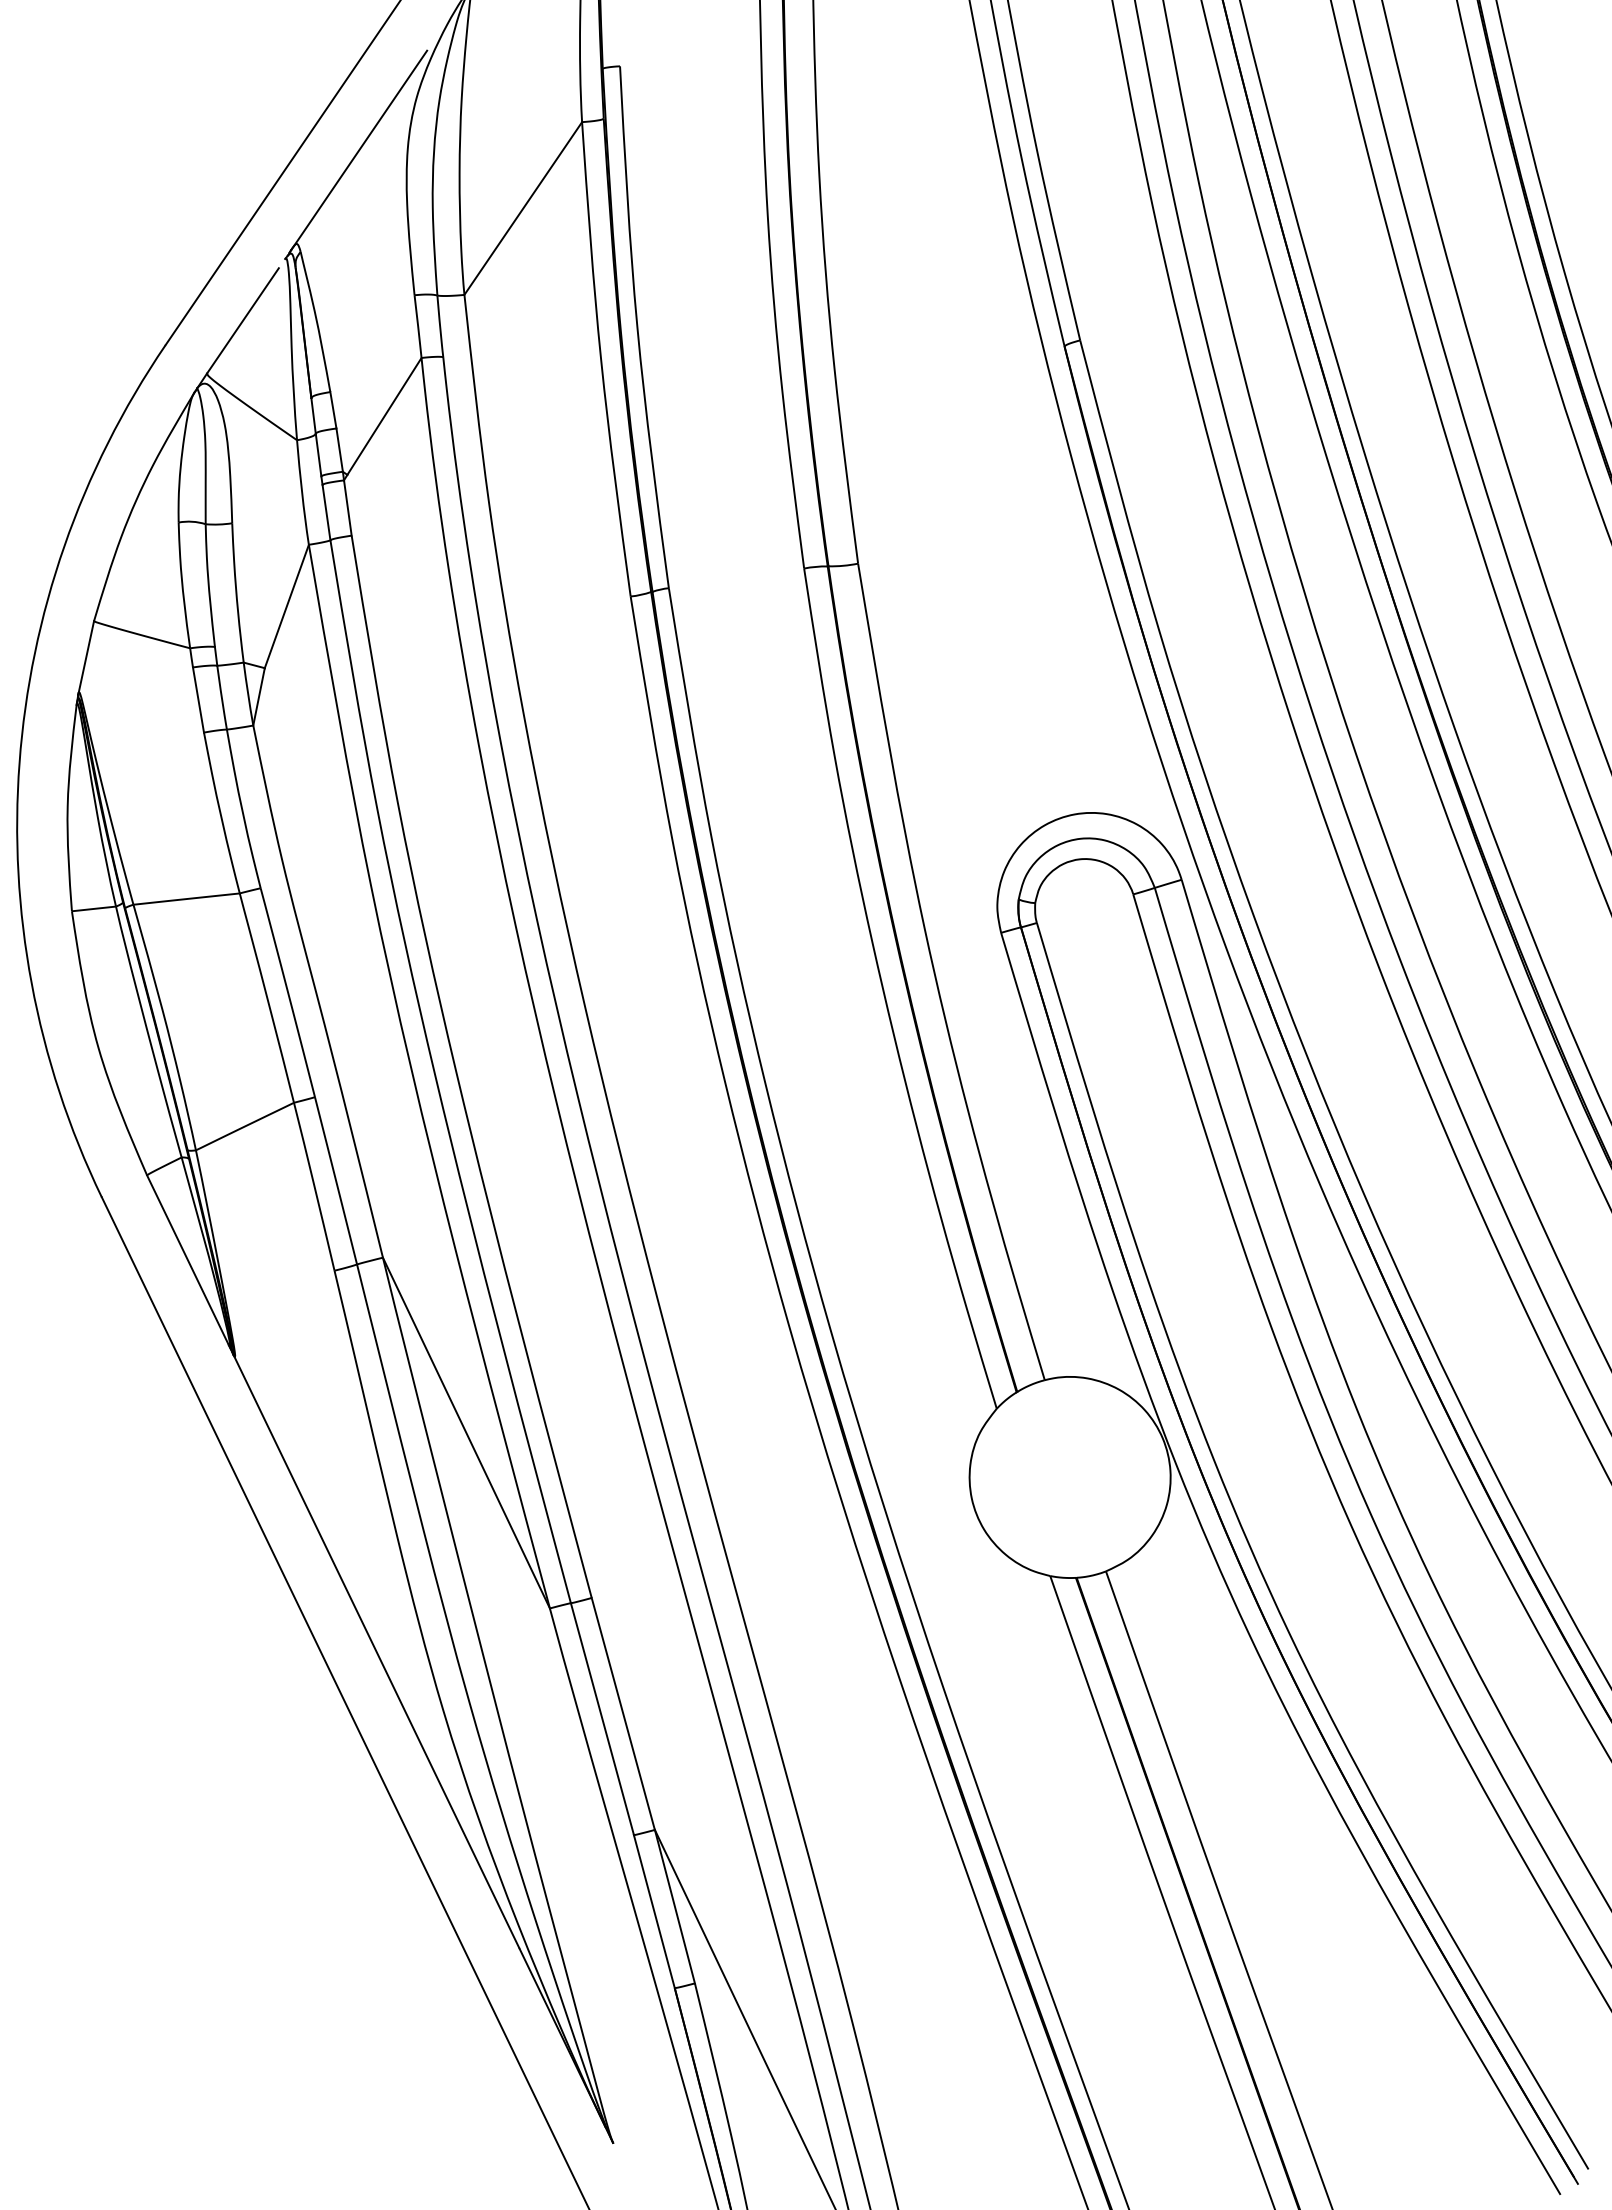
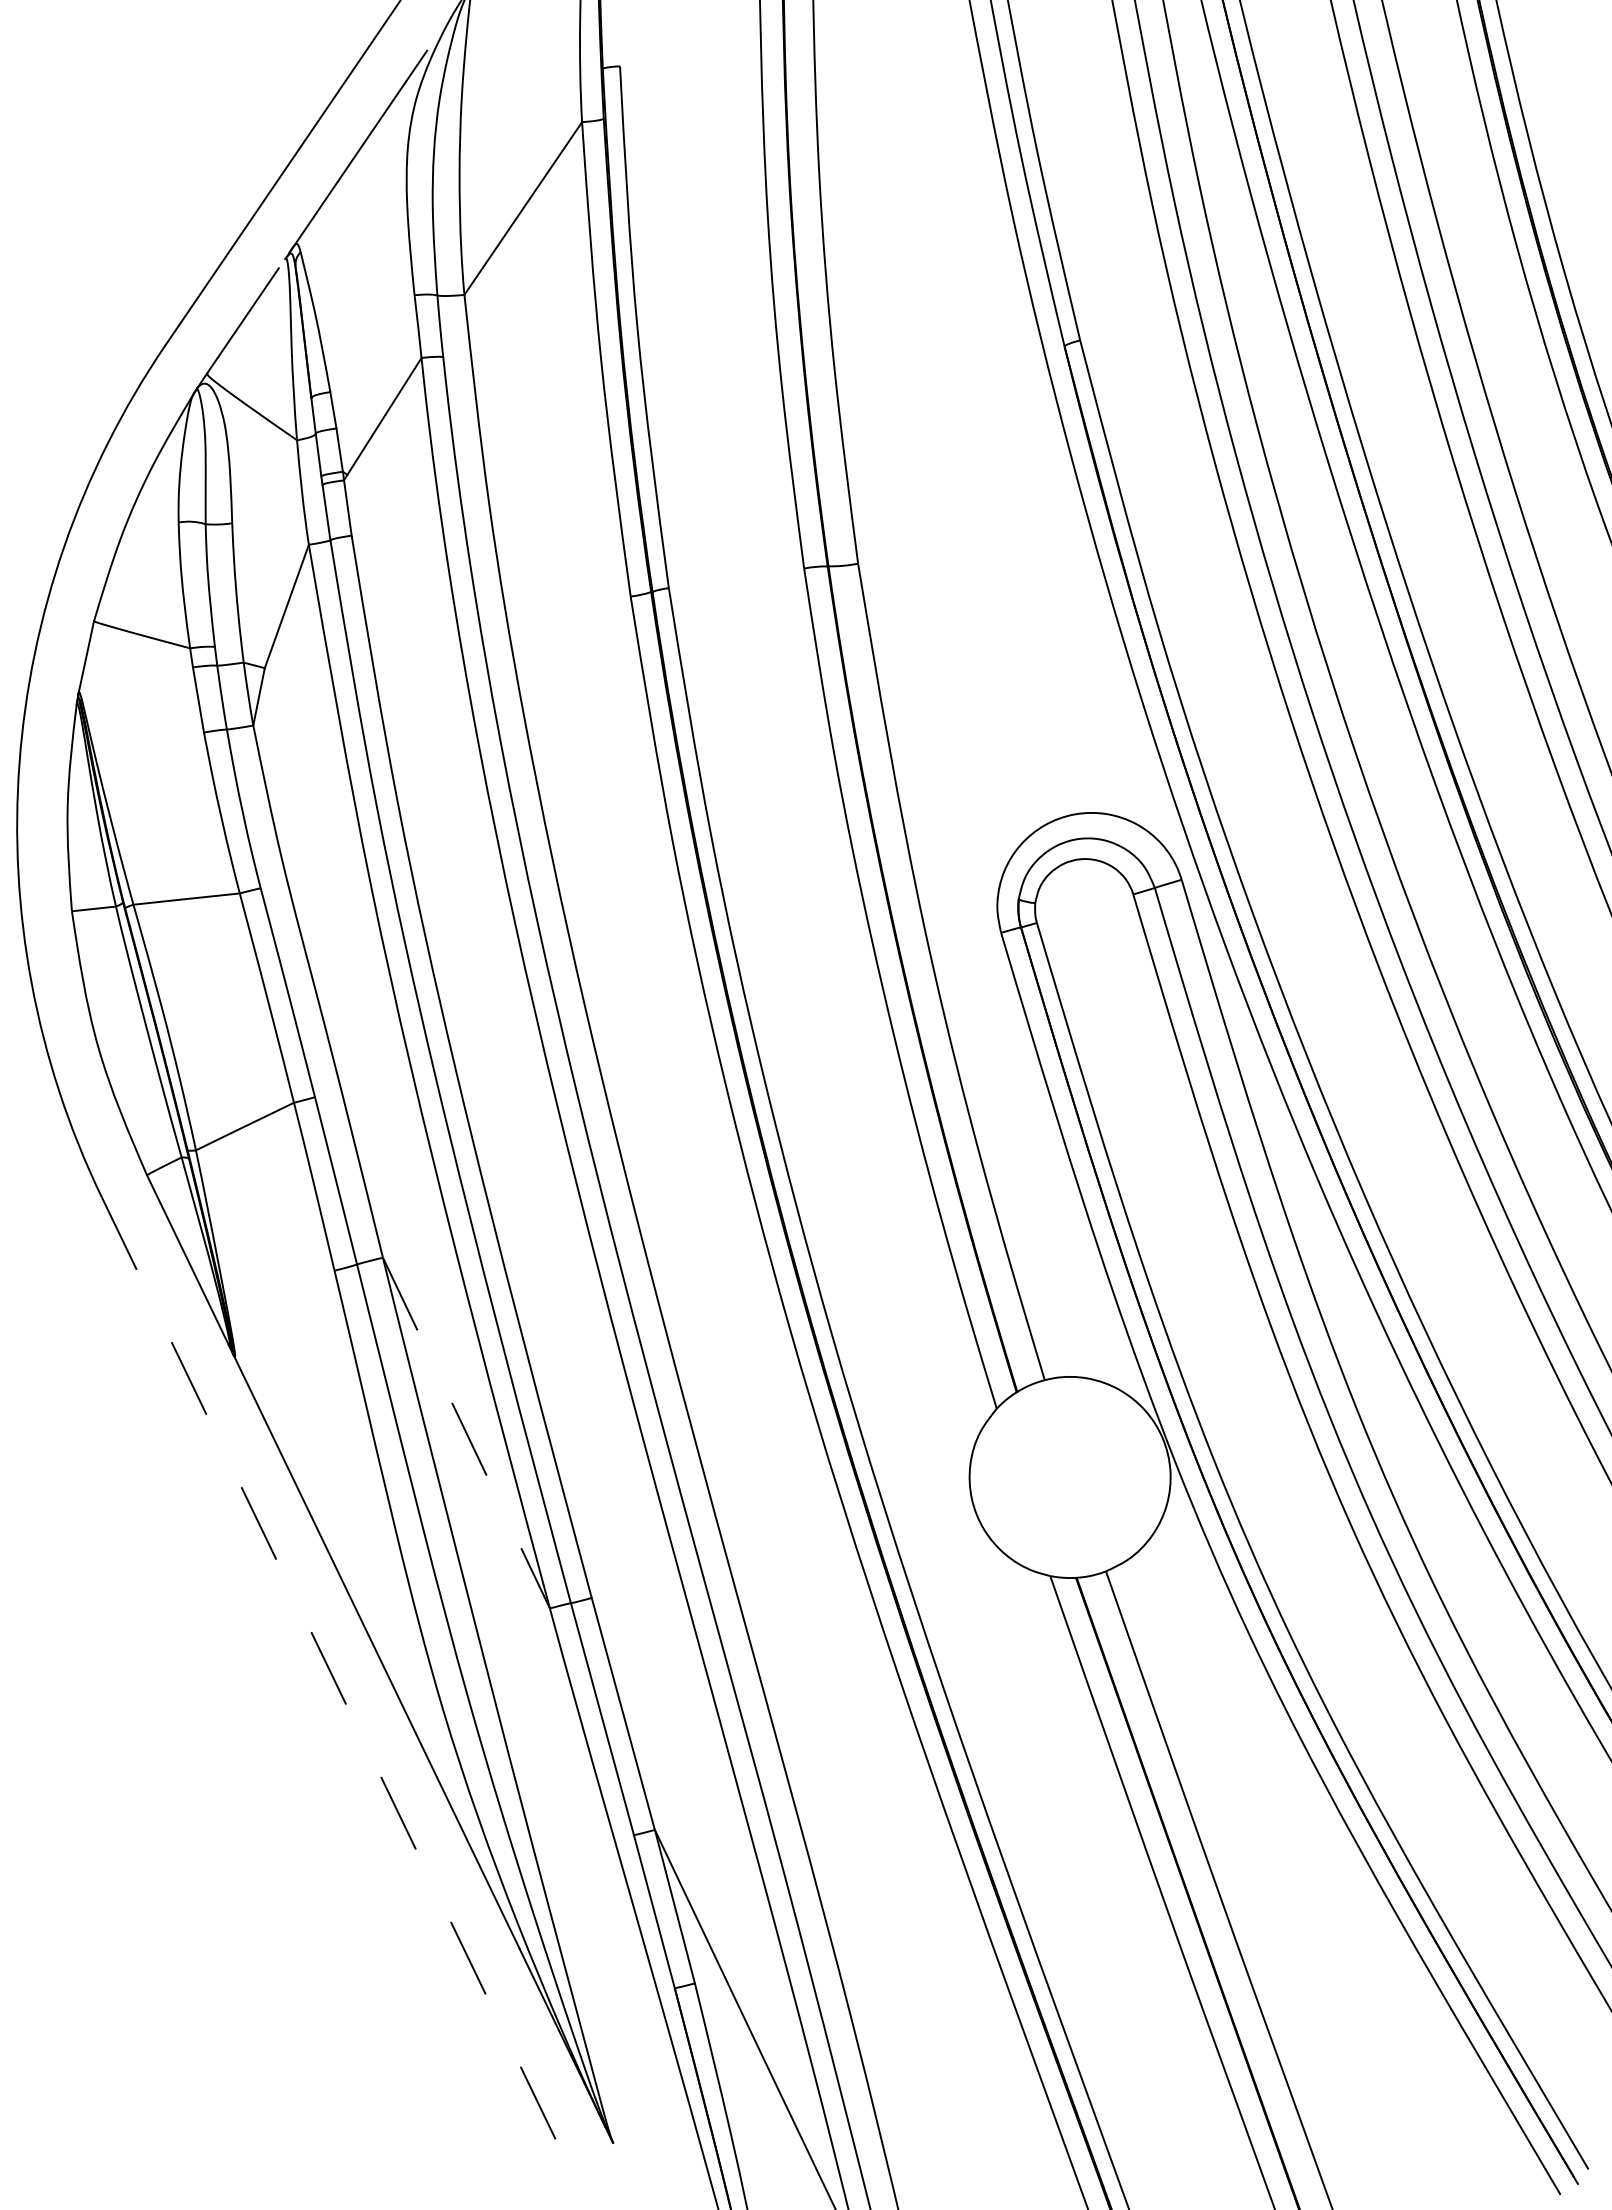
line at (466, 1433): solid -> dashed
line at (345, 1703): solid -> dashed
